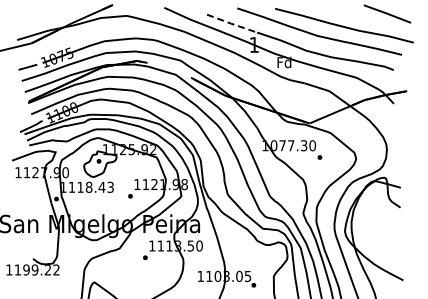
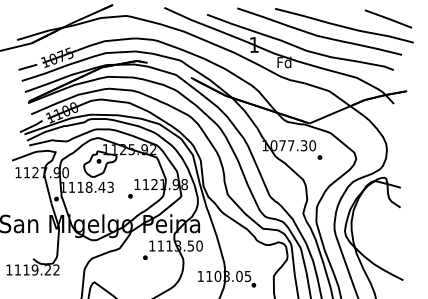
line at (387, 13) position: (387, 13) -> (388, 18)
line at (232, 23): dashed -> solid
text at (26, 269): 1199.22 -> 1119.22
